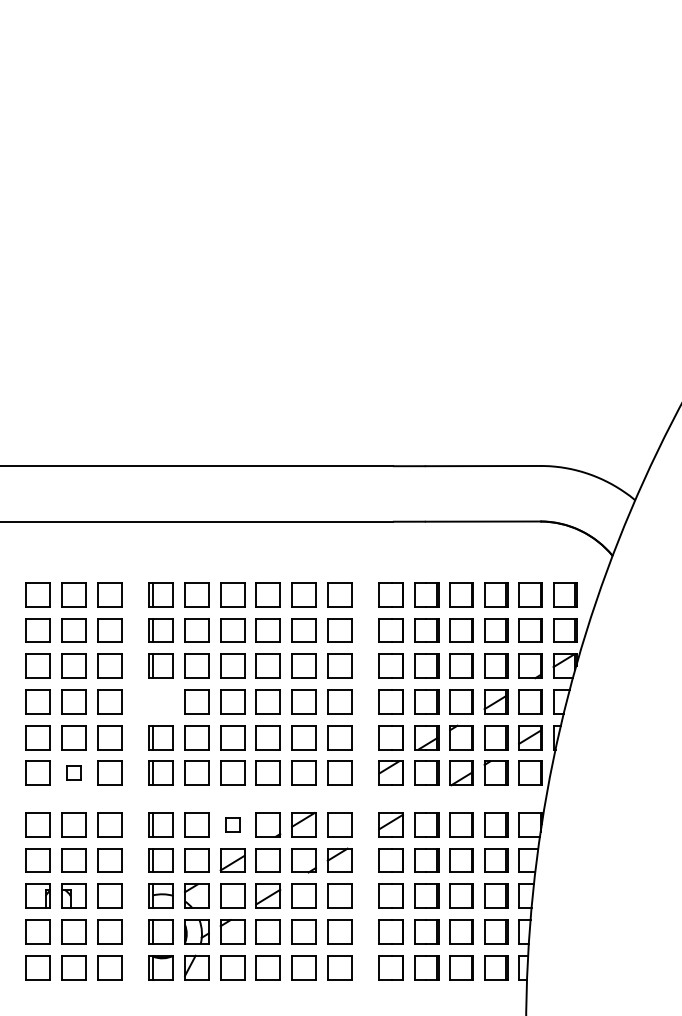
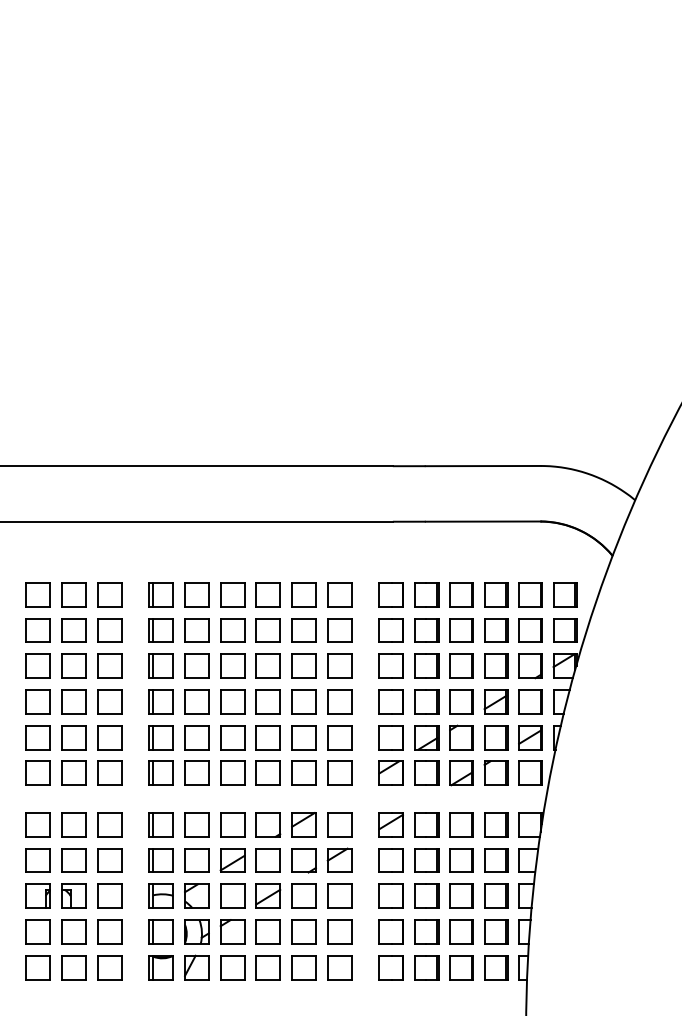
part at (160, 701): none -> present
part at (73, 772) size: 16x16 px -> 26x26 px
part at (232, 824) size: 16x16 px -> 26x26 px
